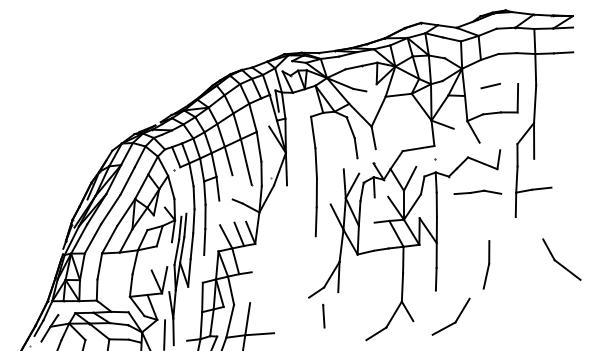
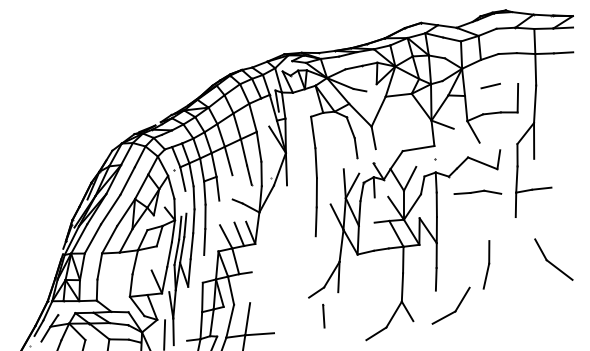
line at (182, 178): none -> present
line at (169, 254): none -> present
part at (561, 259) position: (561, 259) -> (553, 259)
part at (456, 318) position: (456, 318) -> (456, 307)
